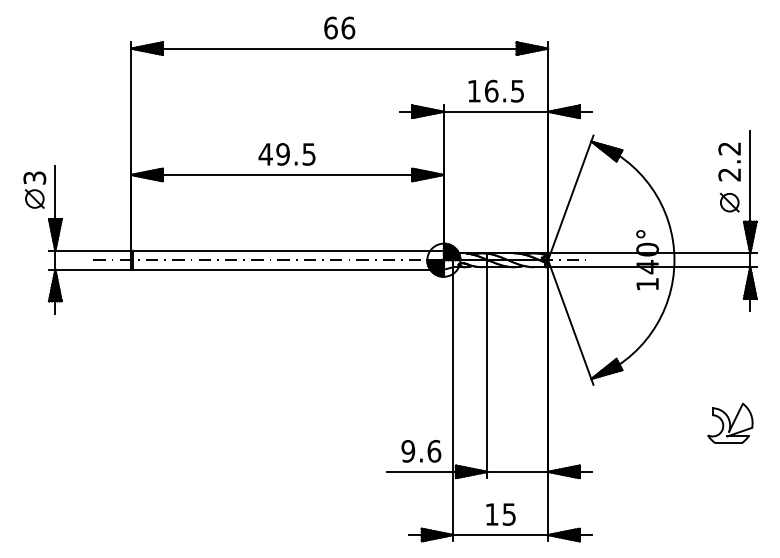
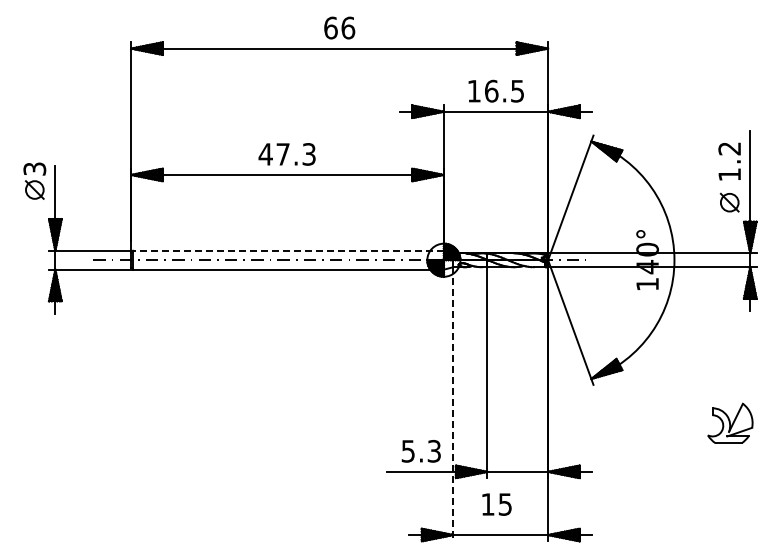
text at (295, 154): 49.5 -> 47.3
text at (729, 174): 2.2 -> 1.2
part at (34, 189) position: (34, 189) -> (34, 180)
line at (287, 250): solid -> dashed
line at (453, 404): solid -> dashed
text at (421, 450): 9.6 -> 5.3
text at (500, 514) position: (500, 514) -> (496, 504)
